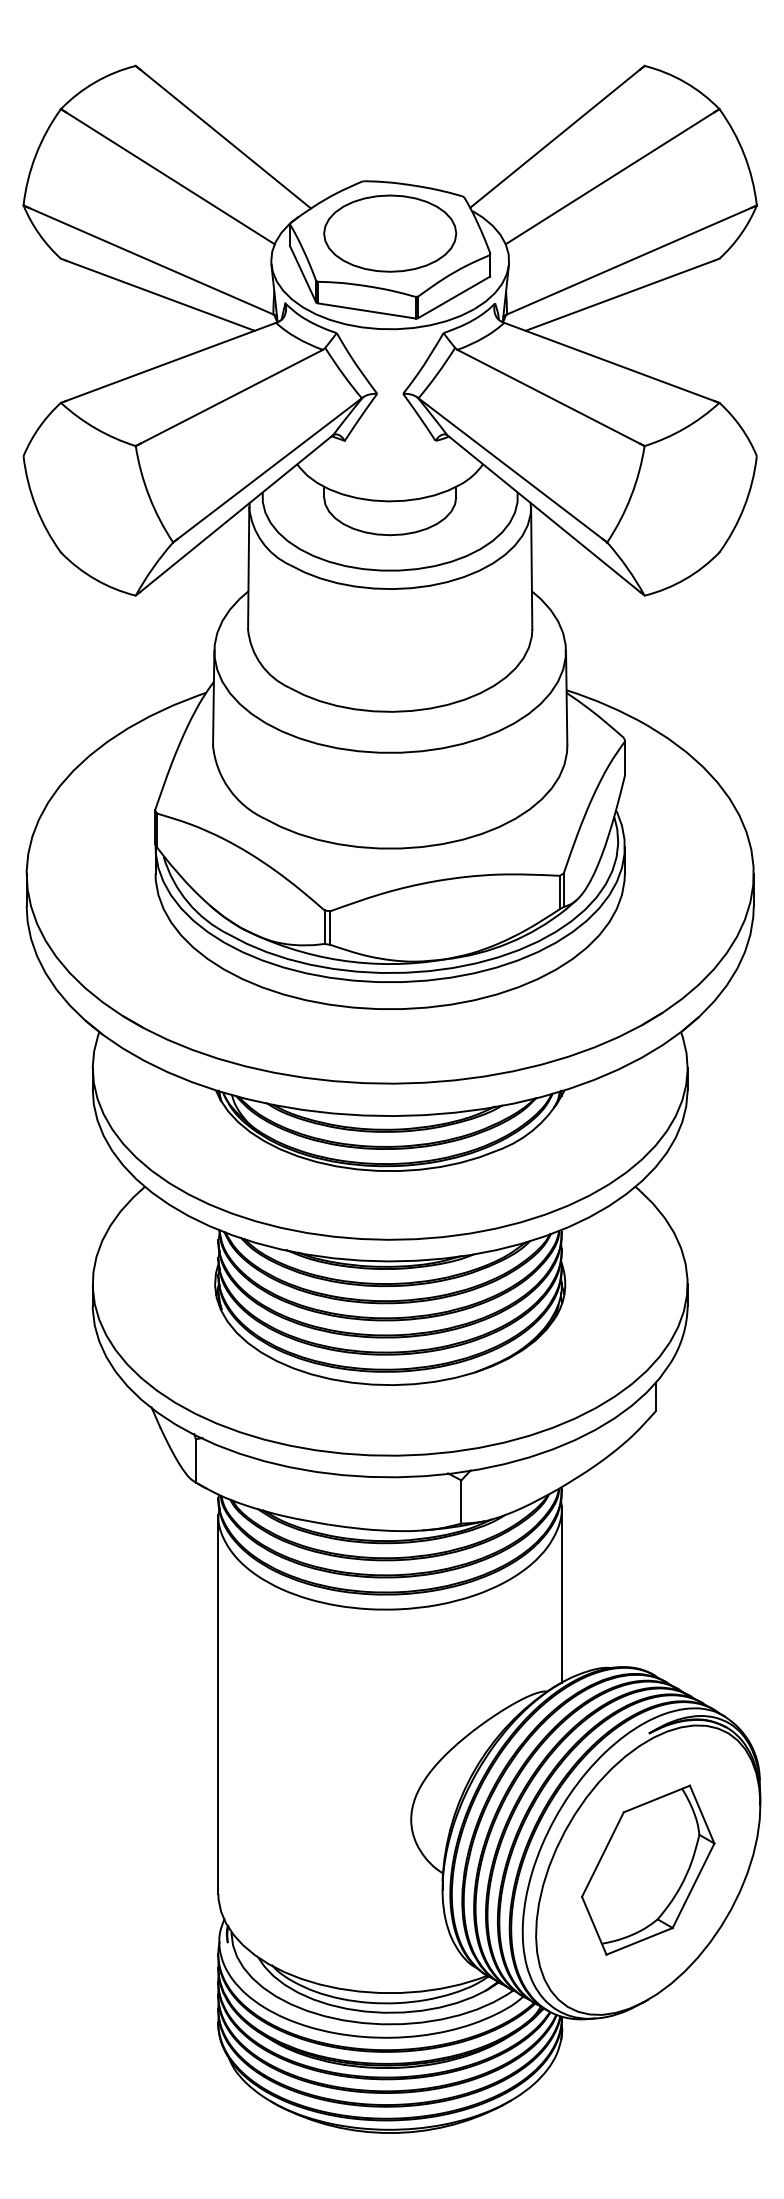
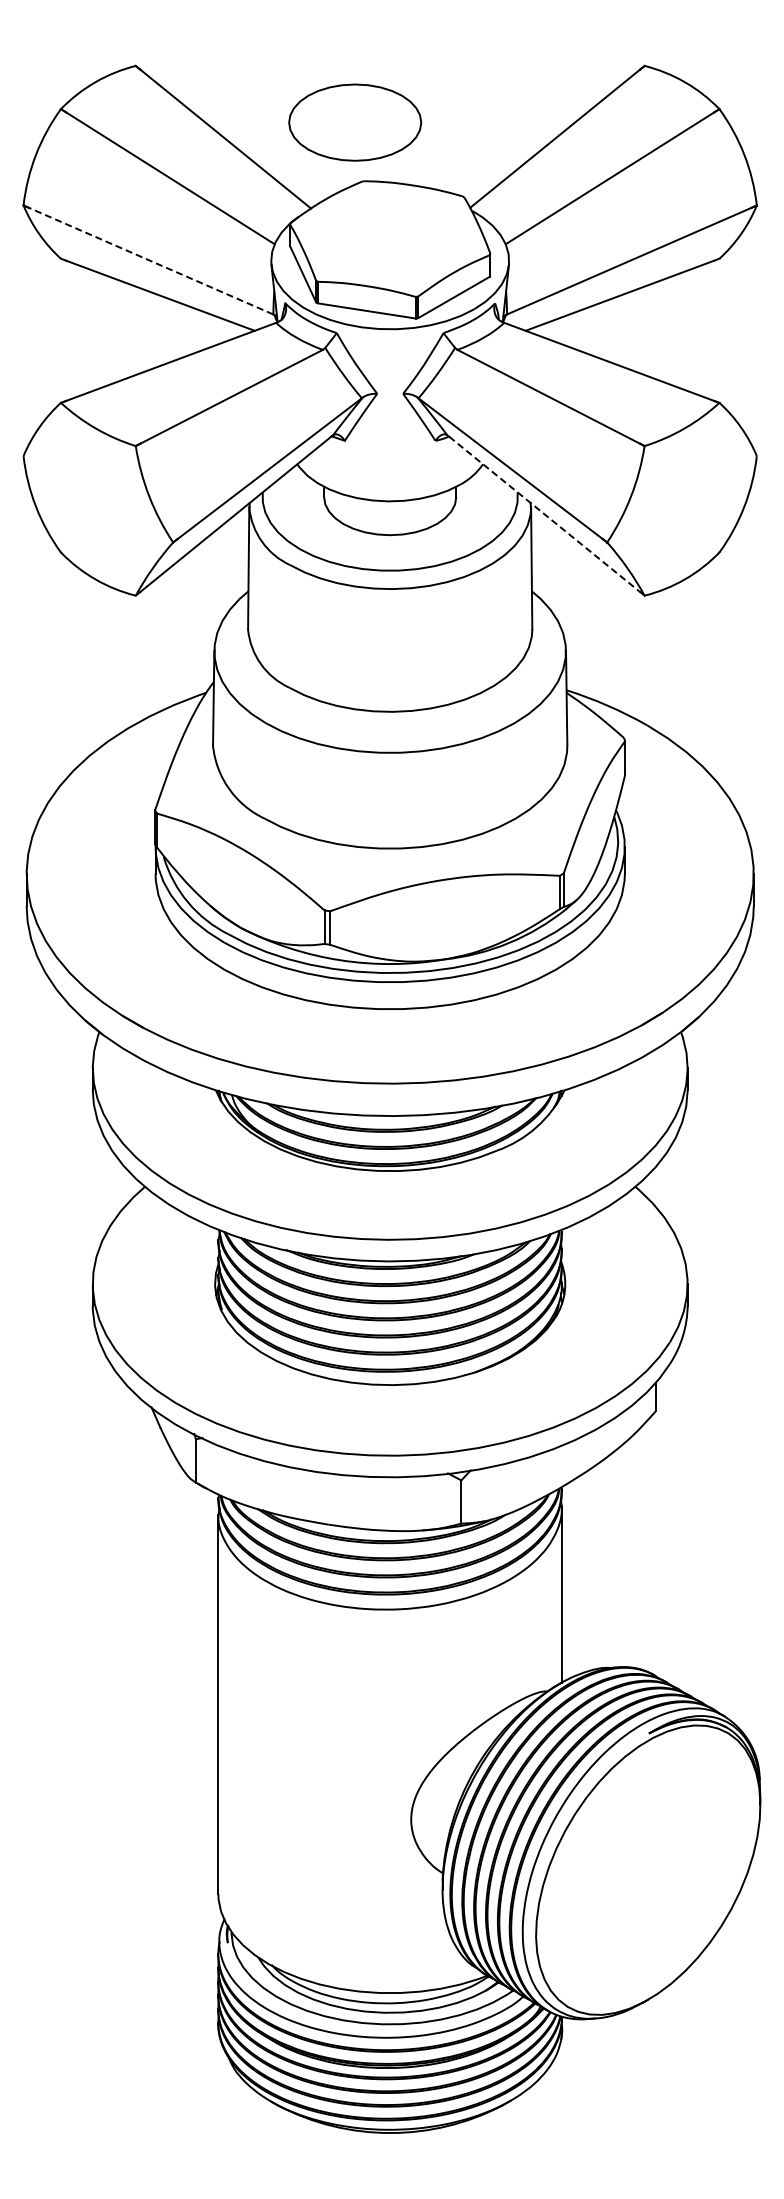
part at (390, 233) position: (390, 233) -> (355, 122)
line at (150, 260): solid -> dashed
line at (545, 514): solid -> dashed
part at (648, 1869): present -> none
